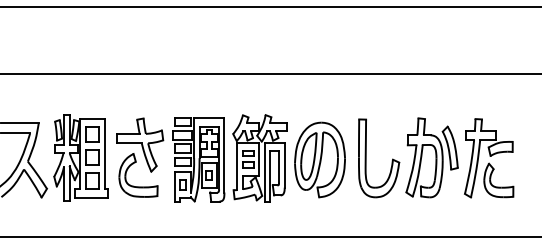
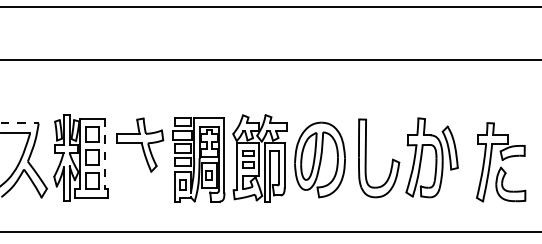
line at (270, 74) position: (270, 74) -> (270, 60)
line at (19, 123): solid -> dashed
line at (104, 154): solid -> dashed
part at (489, 158) position: (489, 158) -> (501, 162)
part at (138, 186): present -> none
line at (270, 236) position: (270, 236) -> (270, 231)
